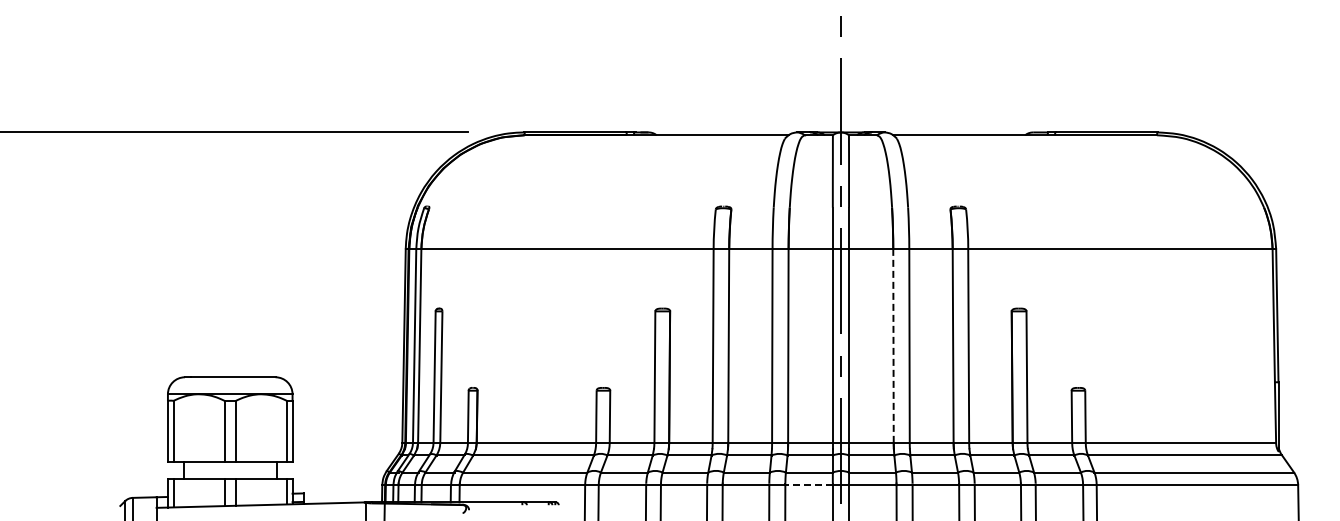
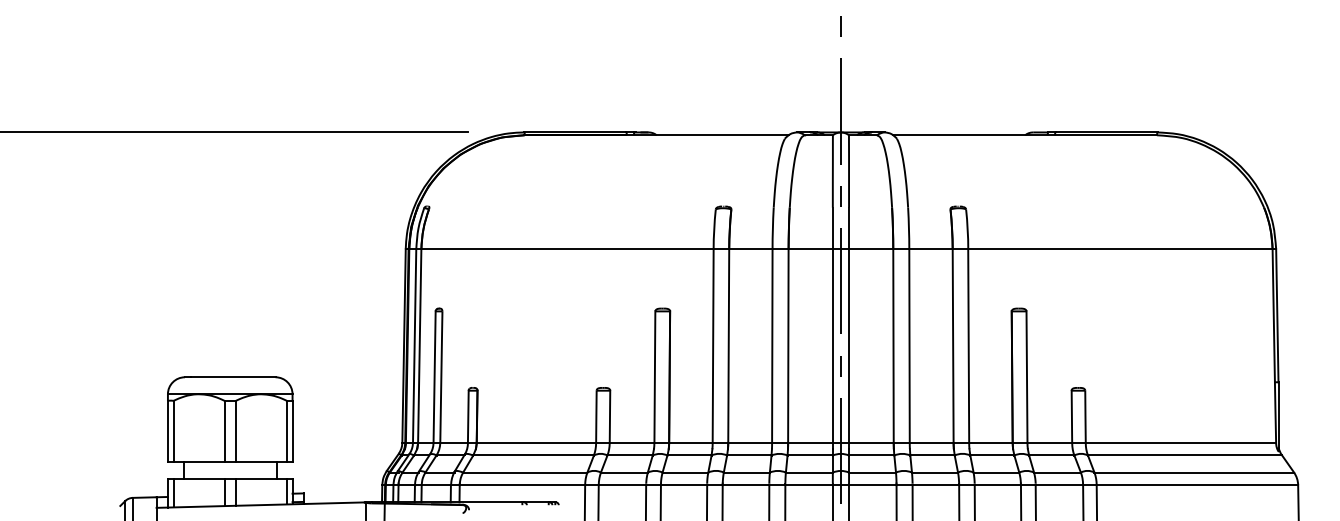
line at (893, 346): dashed -> solid
line at (809, 485): dashed -> solid
